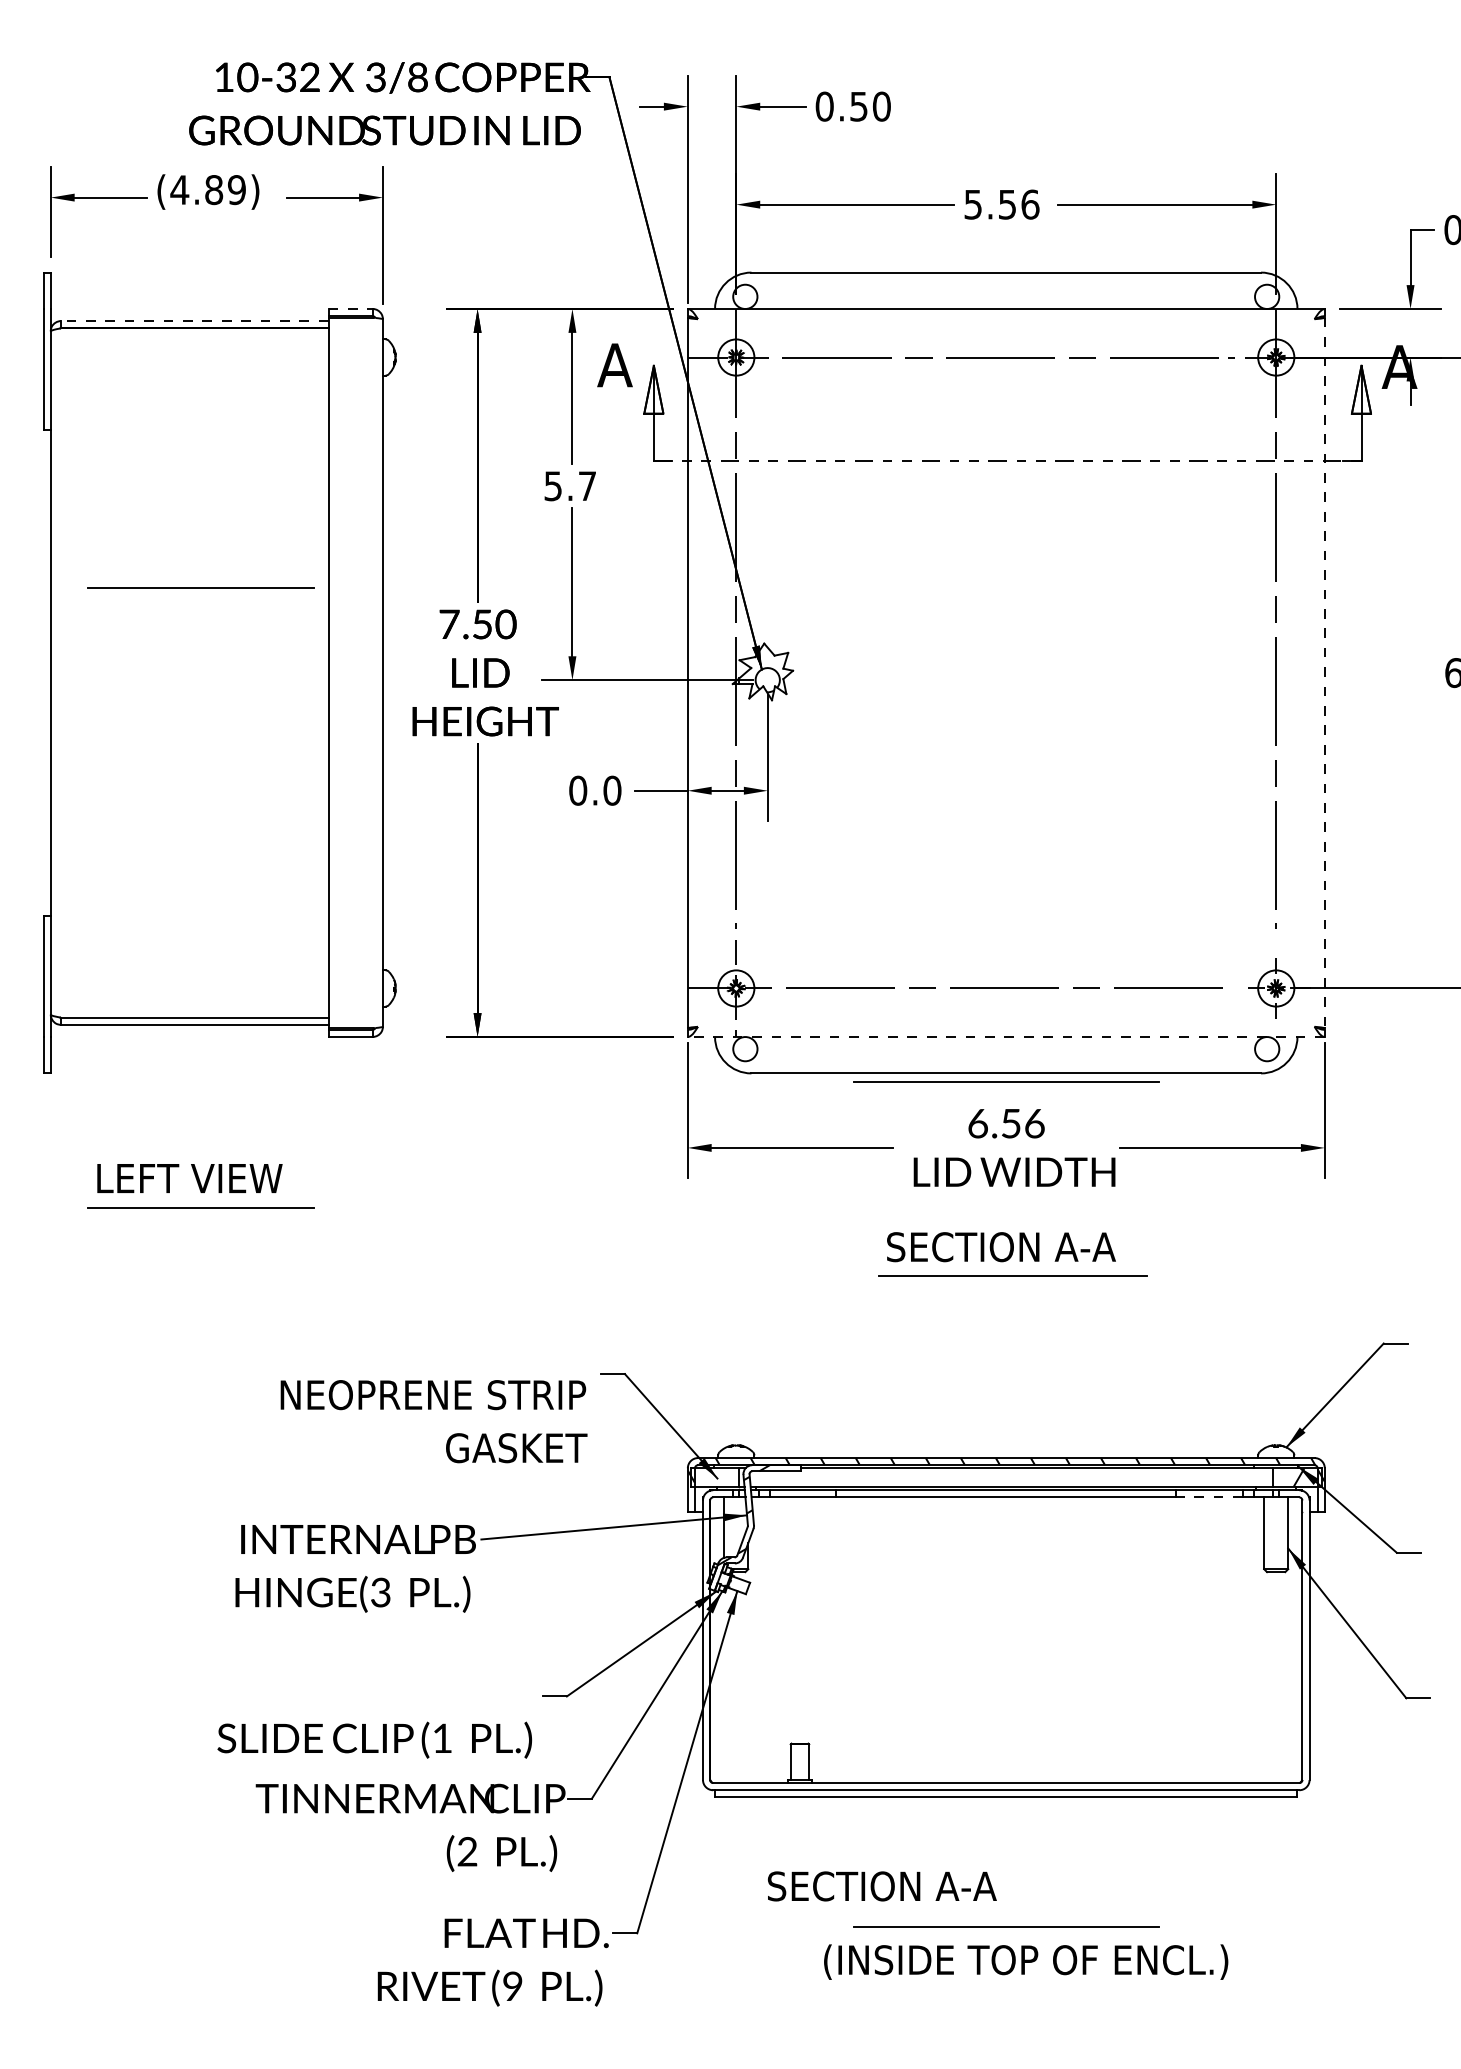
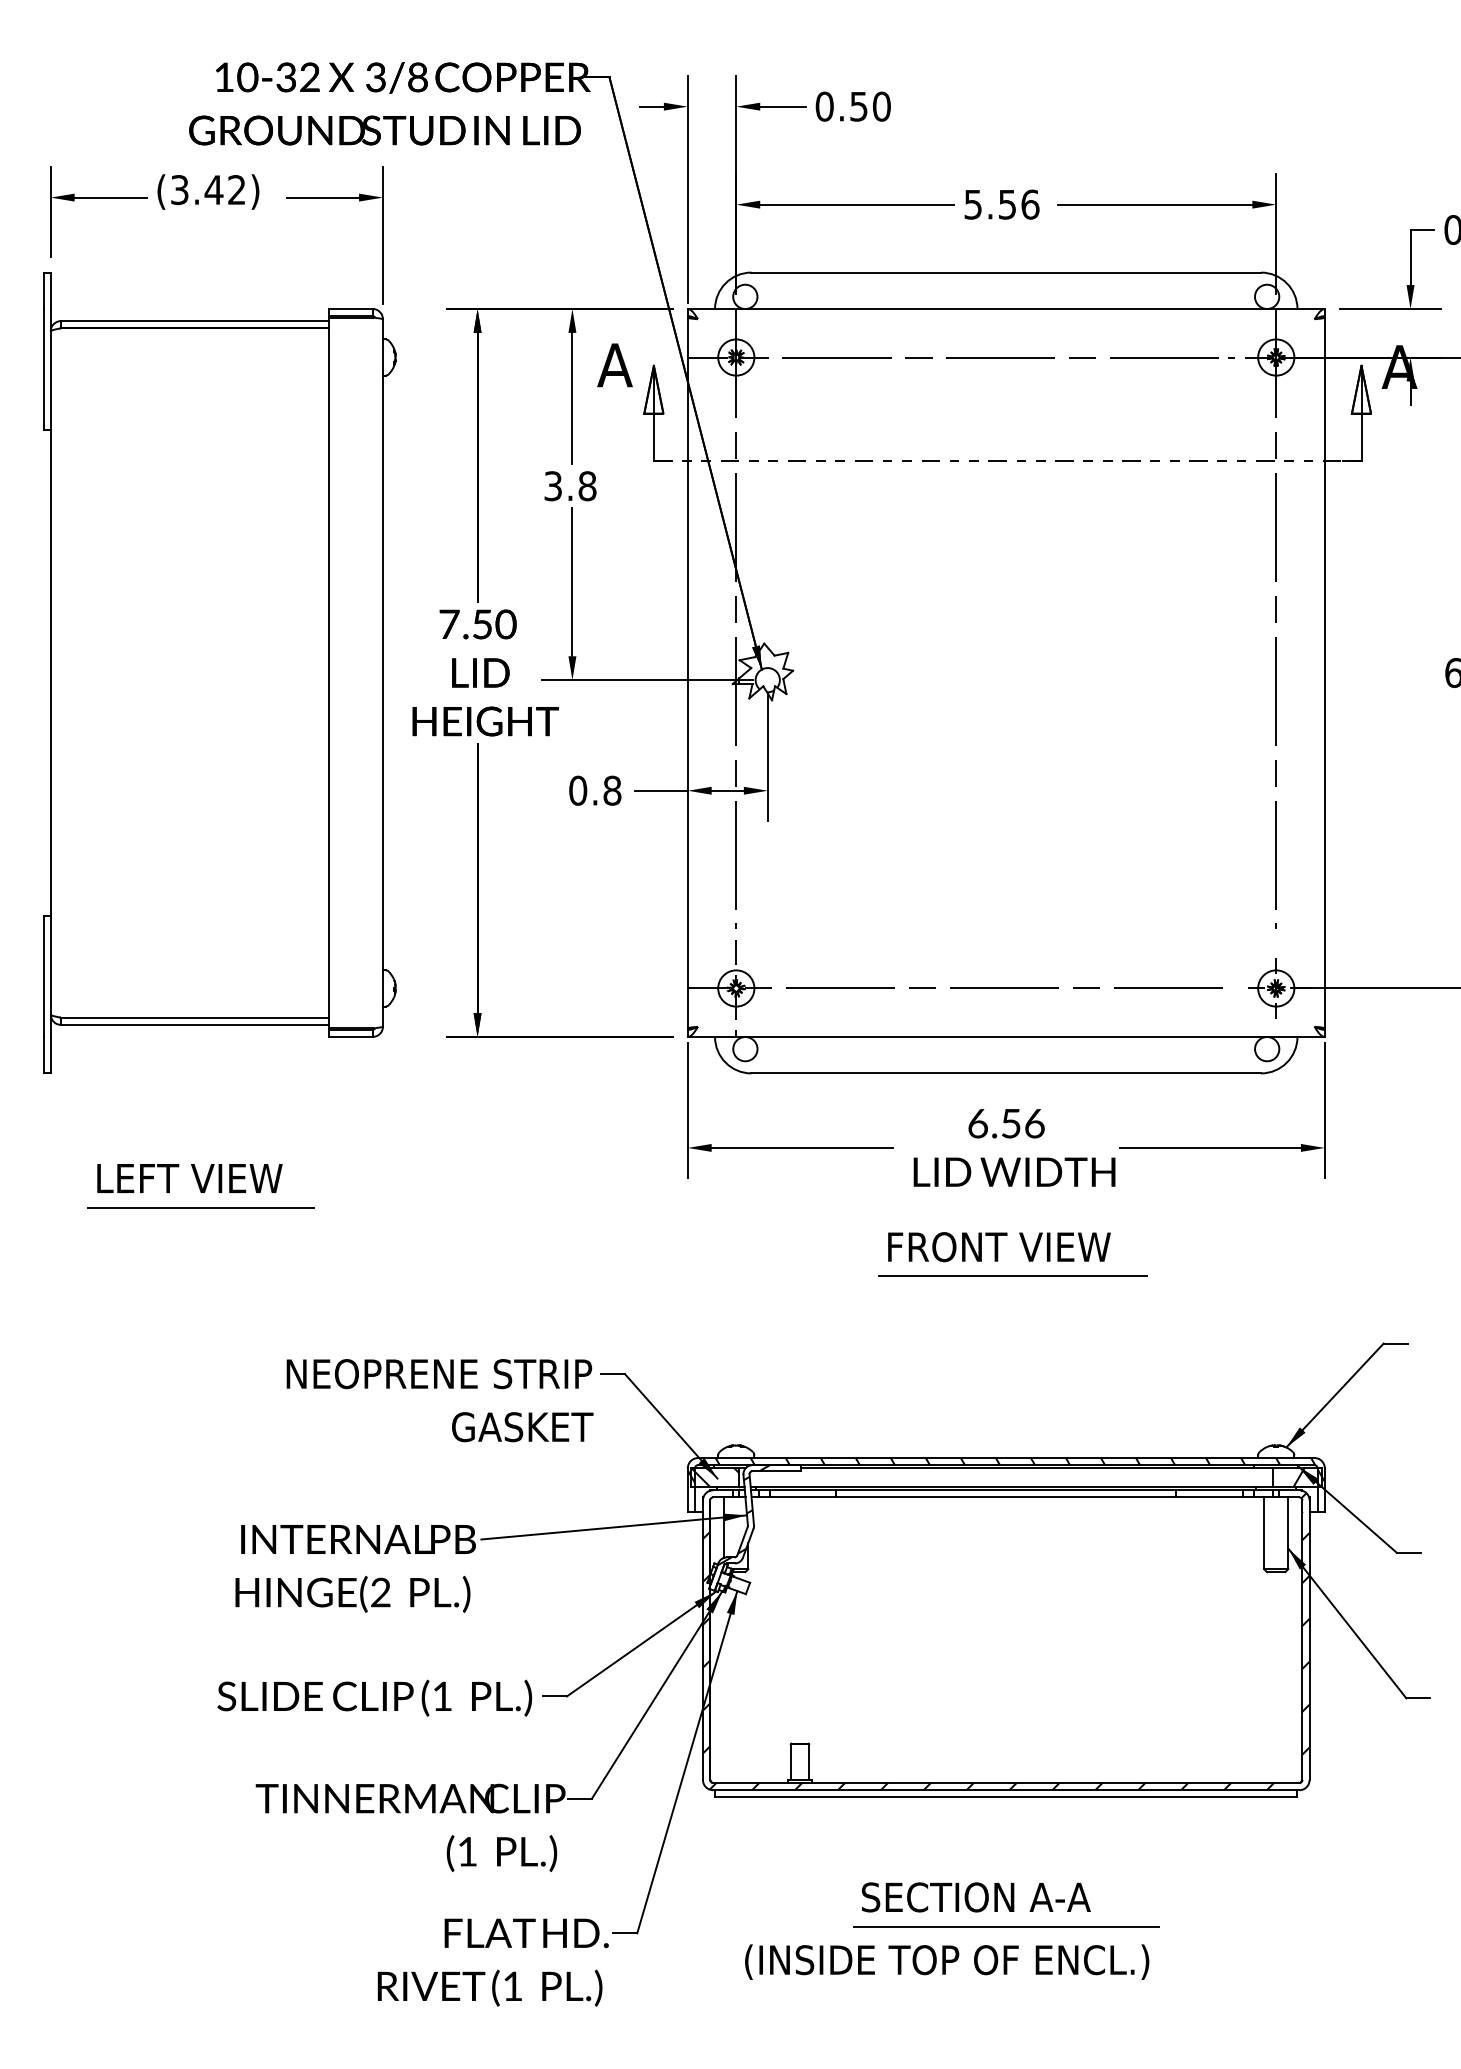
text at (207, 190): (4.89) -> (3.42)
line at (351, 308): dashed -> solid
line at (194, 321): dashed -> solid
text at (570, 486): 5.7 -> 3.8
line at (200, 587): present -> none
line at (1324, 673): dashed -> solid
text at (612, 790): 0.0 -> 0.8
line at (1006, 1037): dashed -> solid
line at (1006, 1081): present -> none
text at (1001, 1247): SECTION A-A -> FRONT VIEW
text at (433, 1421) position: (433, 1421) -> (439, 1400)
hatch at (715, 1477): none -> present
line at (1208, 1497): dashed -> solid
text at (380, 1594): (3 -> (2
hatch at (1005, 1641): none -> present
text at (374, 1739) position: (374, 1739) -> (374, 1697)
text at (467, 1851): (2 -> (1
text at (881, 1886) position: (881, 1886) -> (975, 1897)
text at (1026, 1961) position: (1026, 1961) -> (947, 1961)
text at (512, 1985): (9 -> (1
